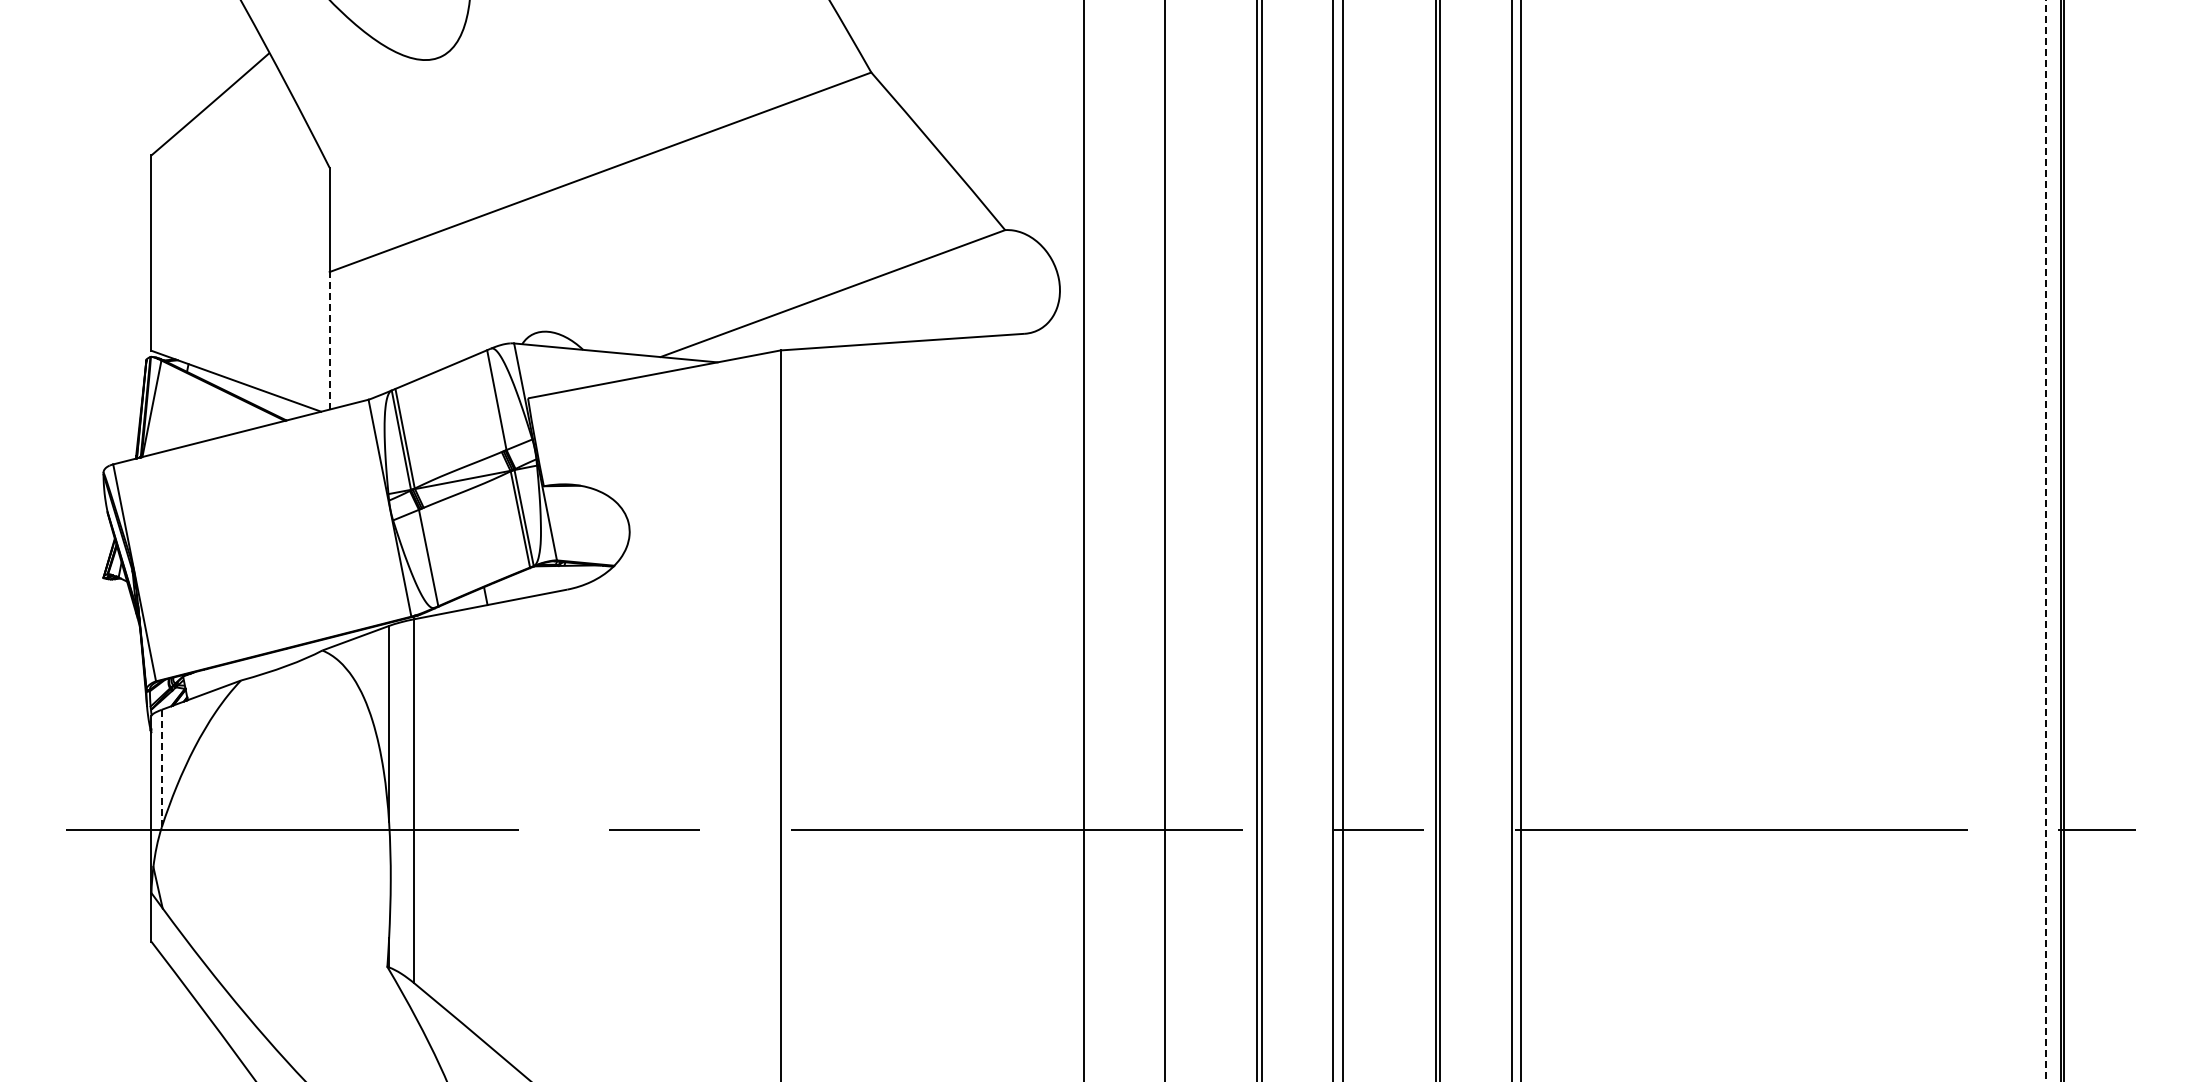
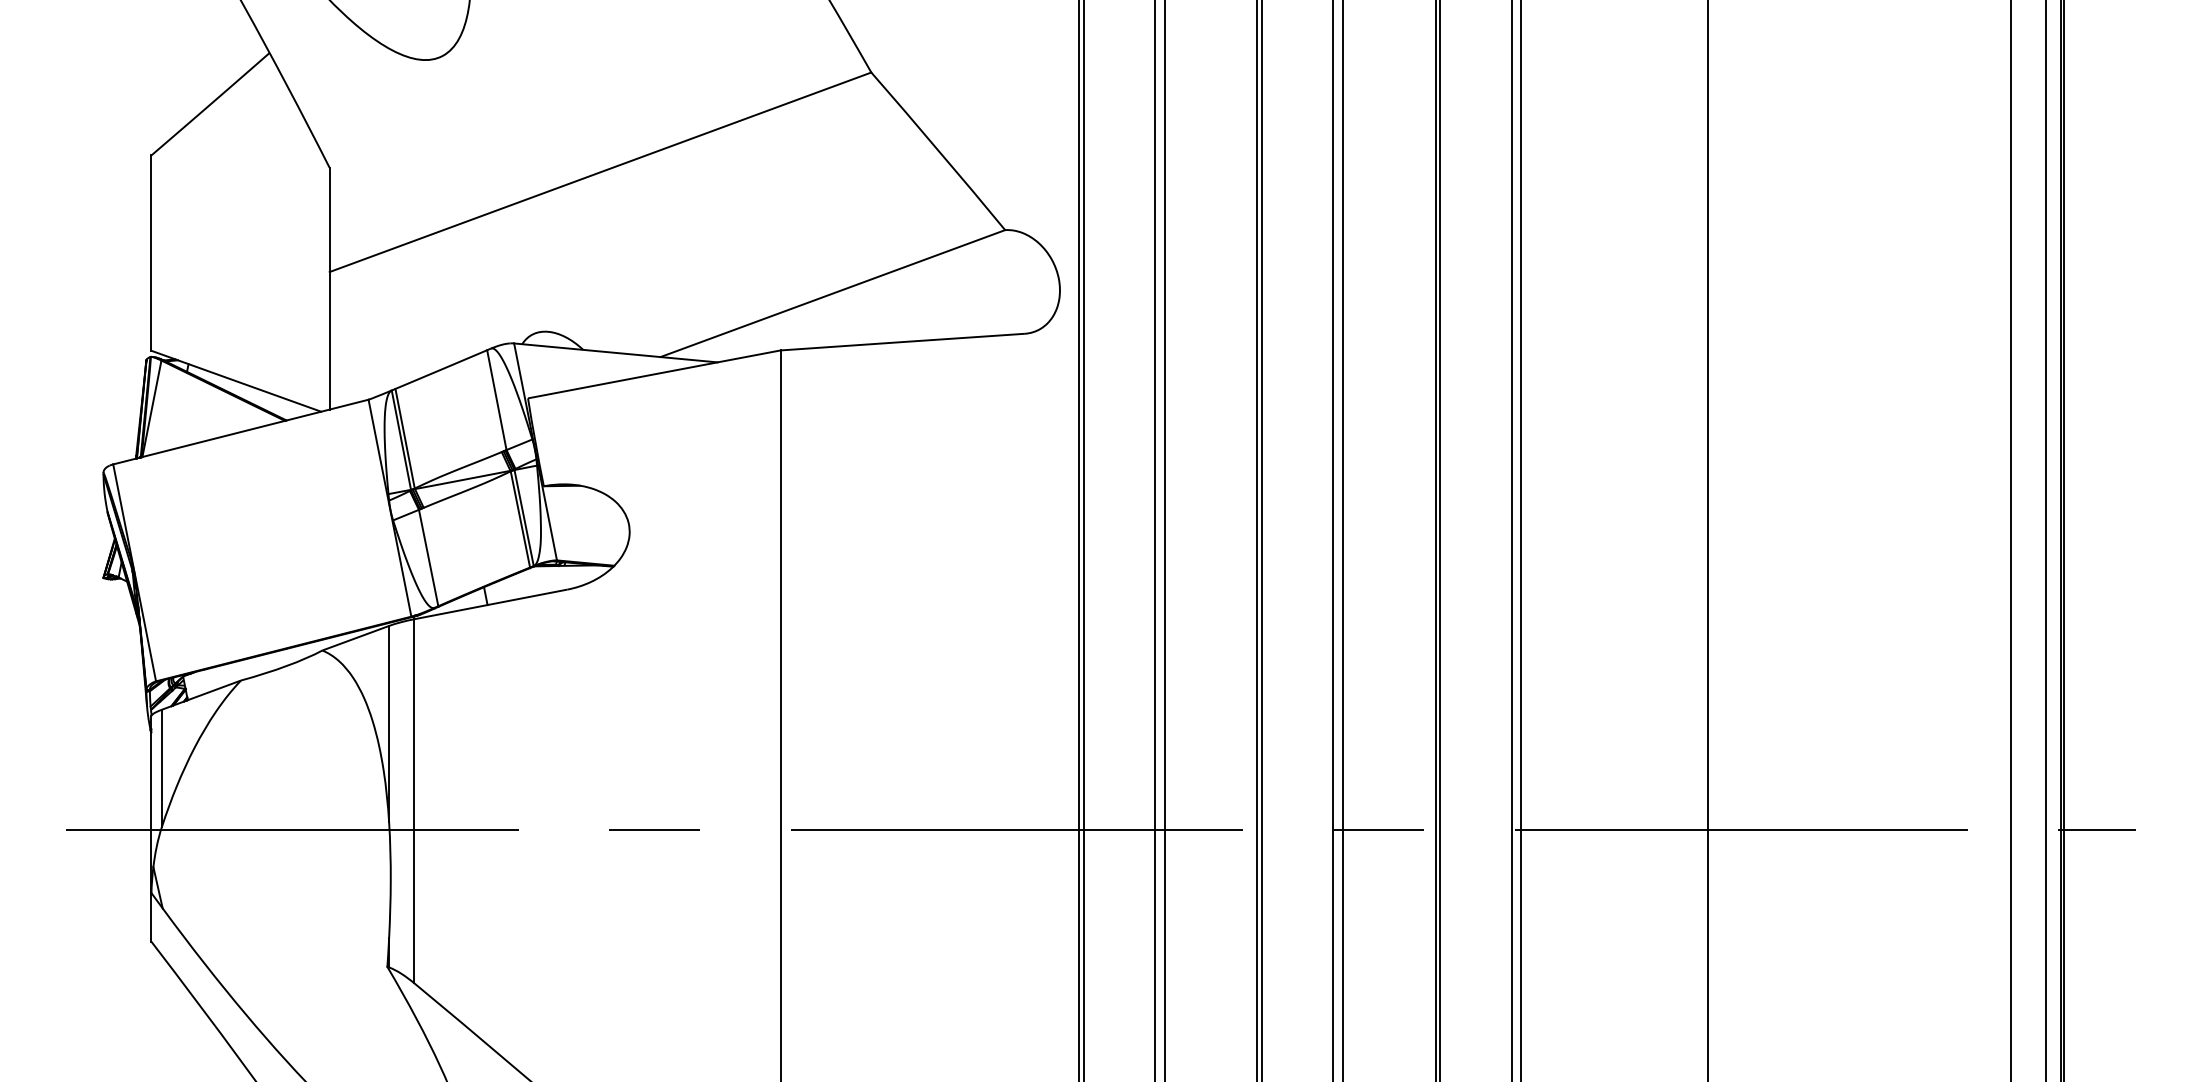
line at (329, 340): dashed -> solid
line at (1079, 540): none -> present
line at (1155, 540): none -> present
line at (1707, 540): none -> present
line at (2010, 540): none -> present
line at (2045, 540): dashed -> solid
line at (161, 768): dashed -> solid
